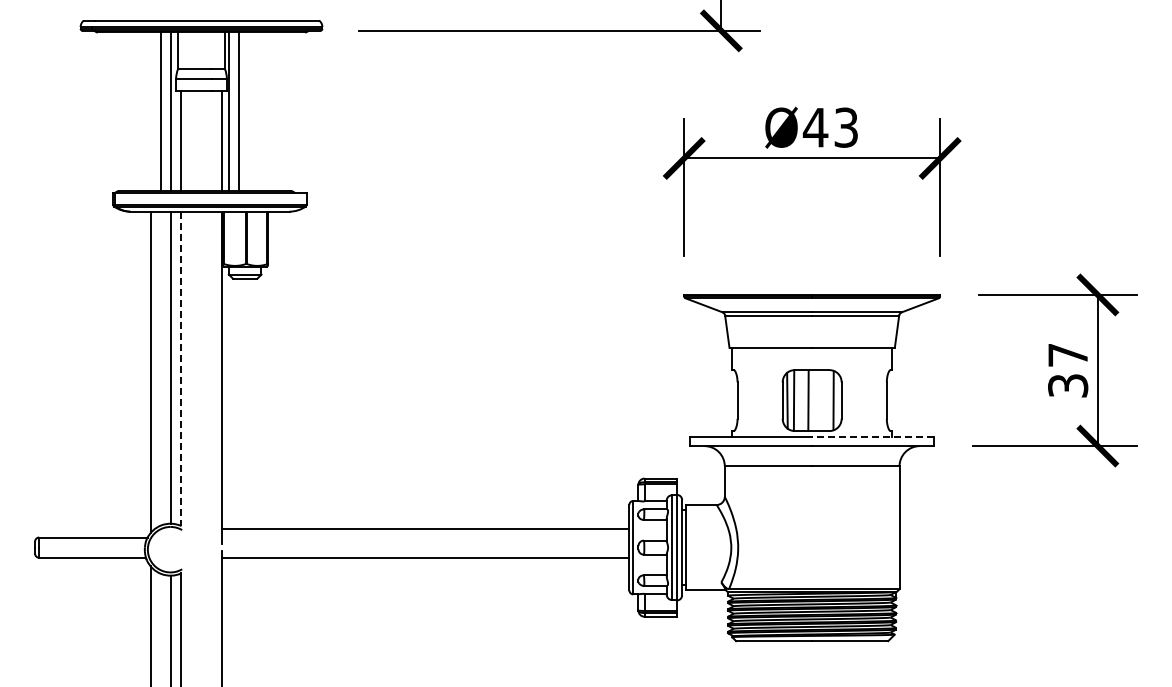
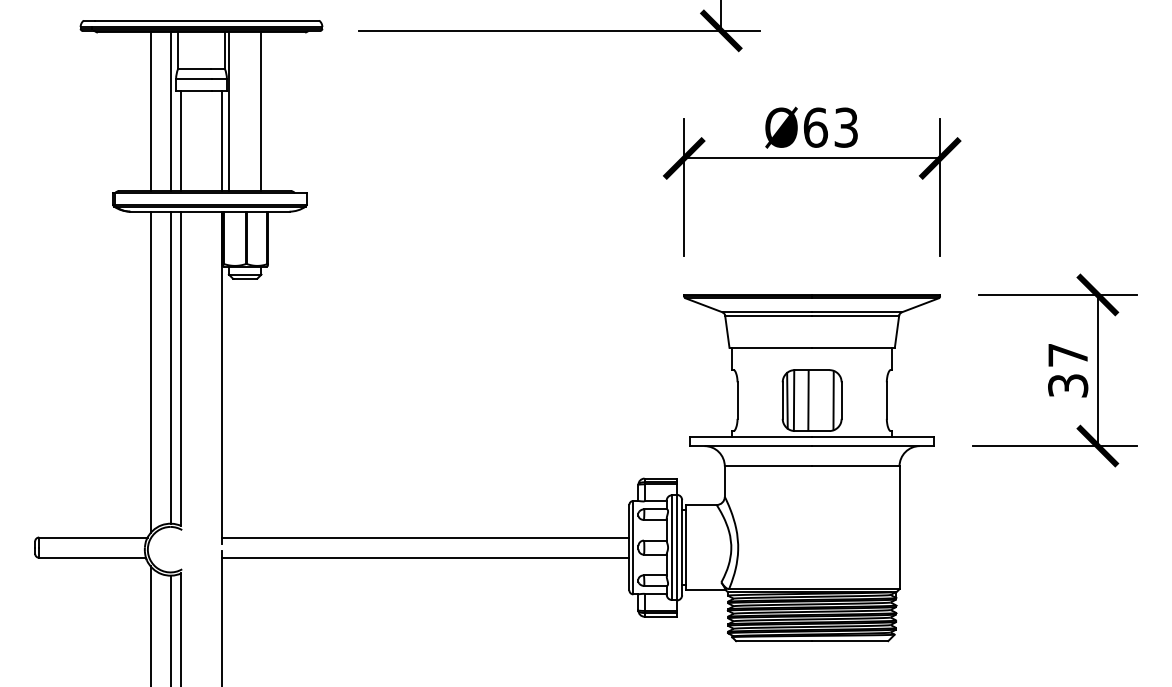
line at (160, 111) position: (160, 111) -> (150, 111)
line at (239, 111) position: (239, 111) -> (261, 111)
text at (815, 127): Ø43 -> Ø63
line at (181, 369): dashed -> solid
line at (873, 437): dashed -> solid
line at (425, 528) position: (425, 528) -> (425, 537)
